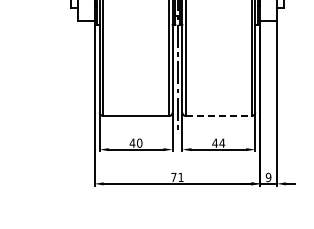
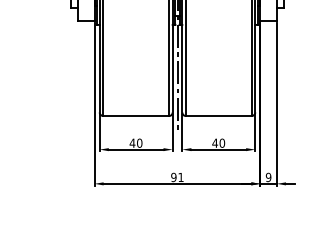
line at (218, 116): dashed -> solid
text at (222, 142): 44 -> 40
text at (173, 177): 71 -> 91
